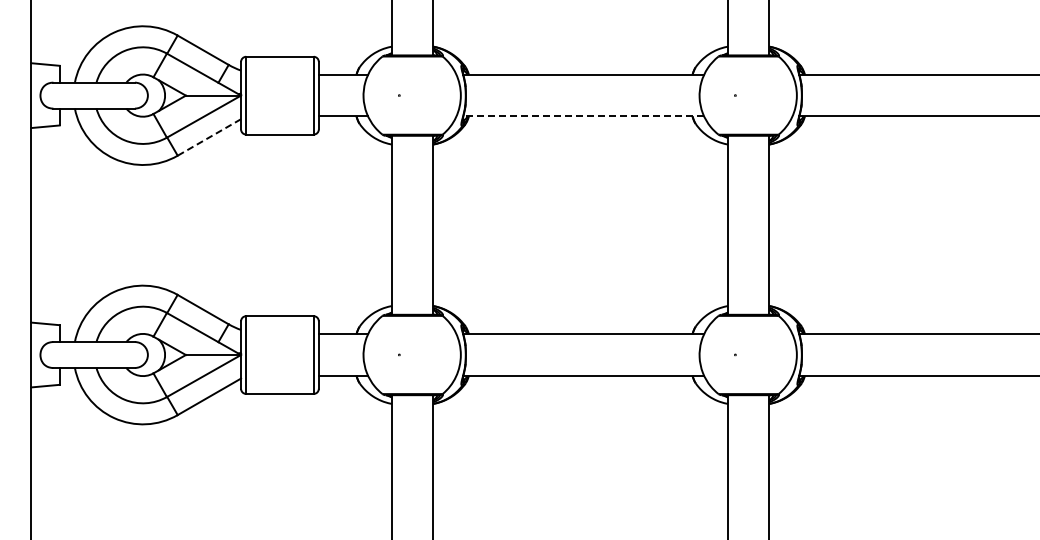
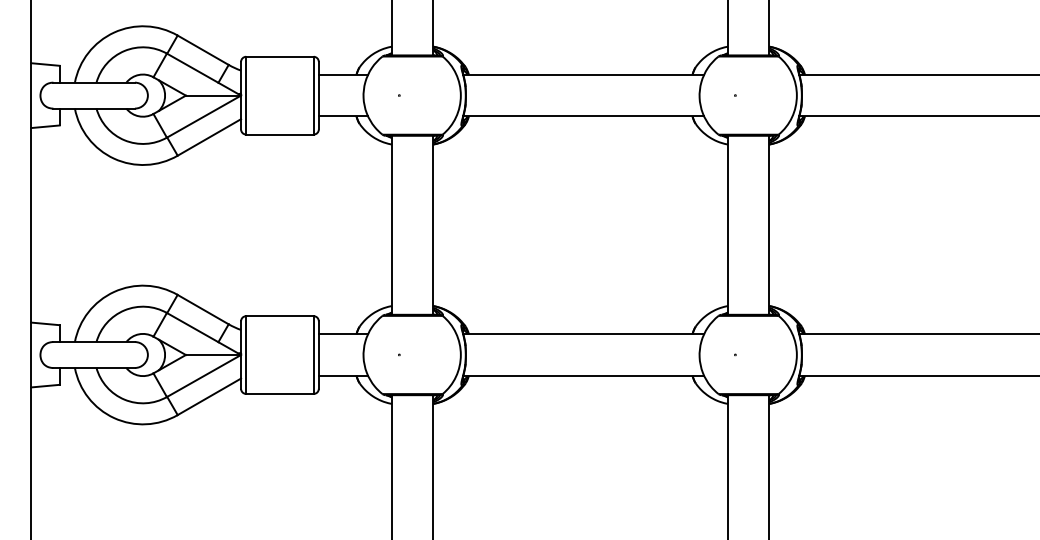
line at (583, 116): dashed -> solid
line at (209, 137): dashed -> solid
